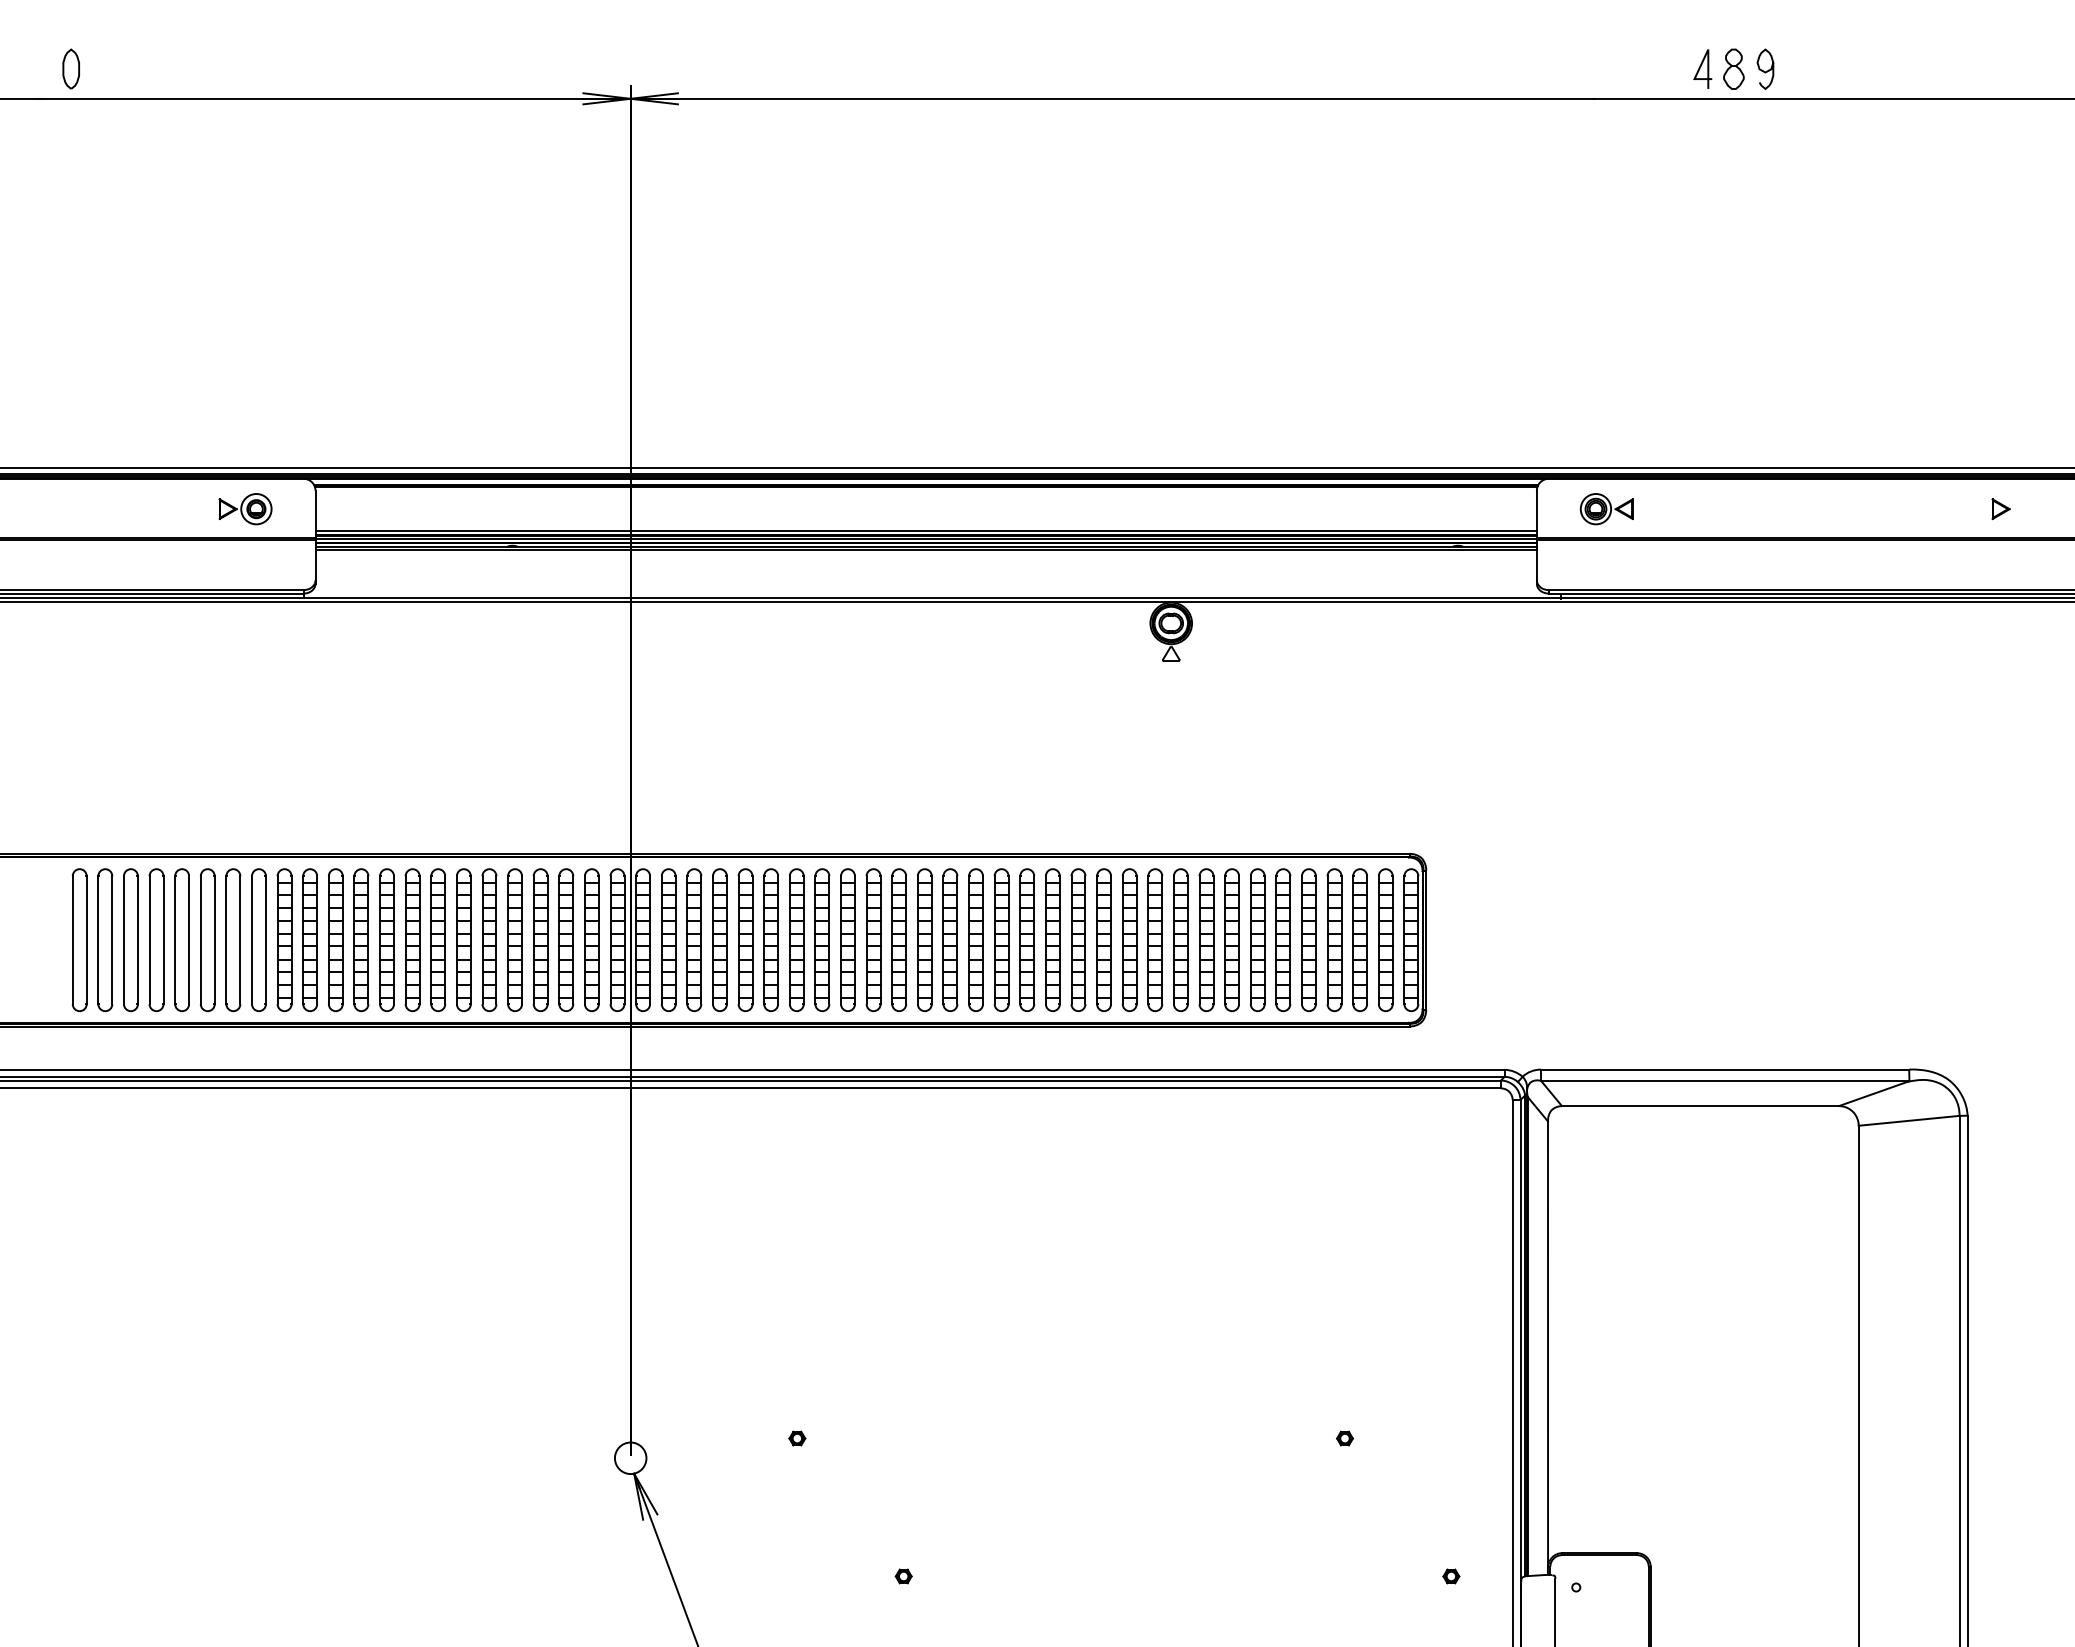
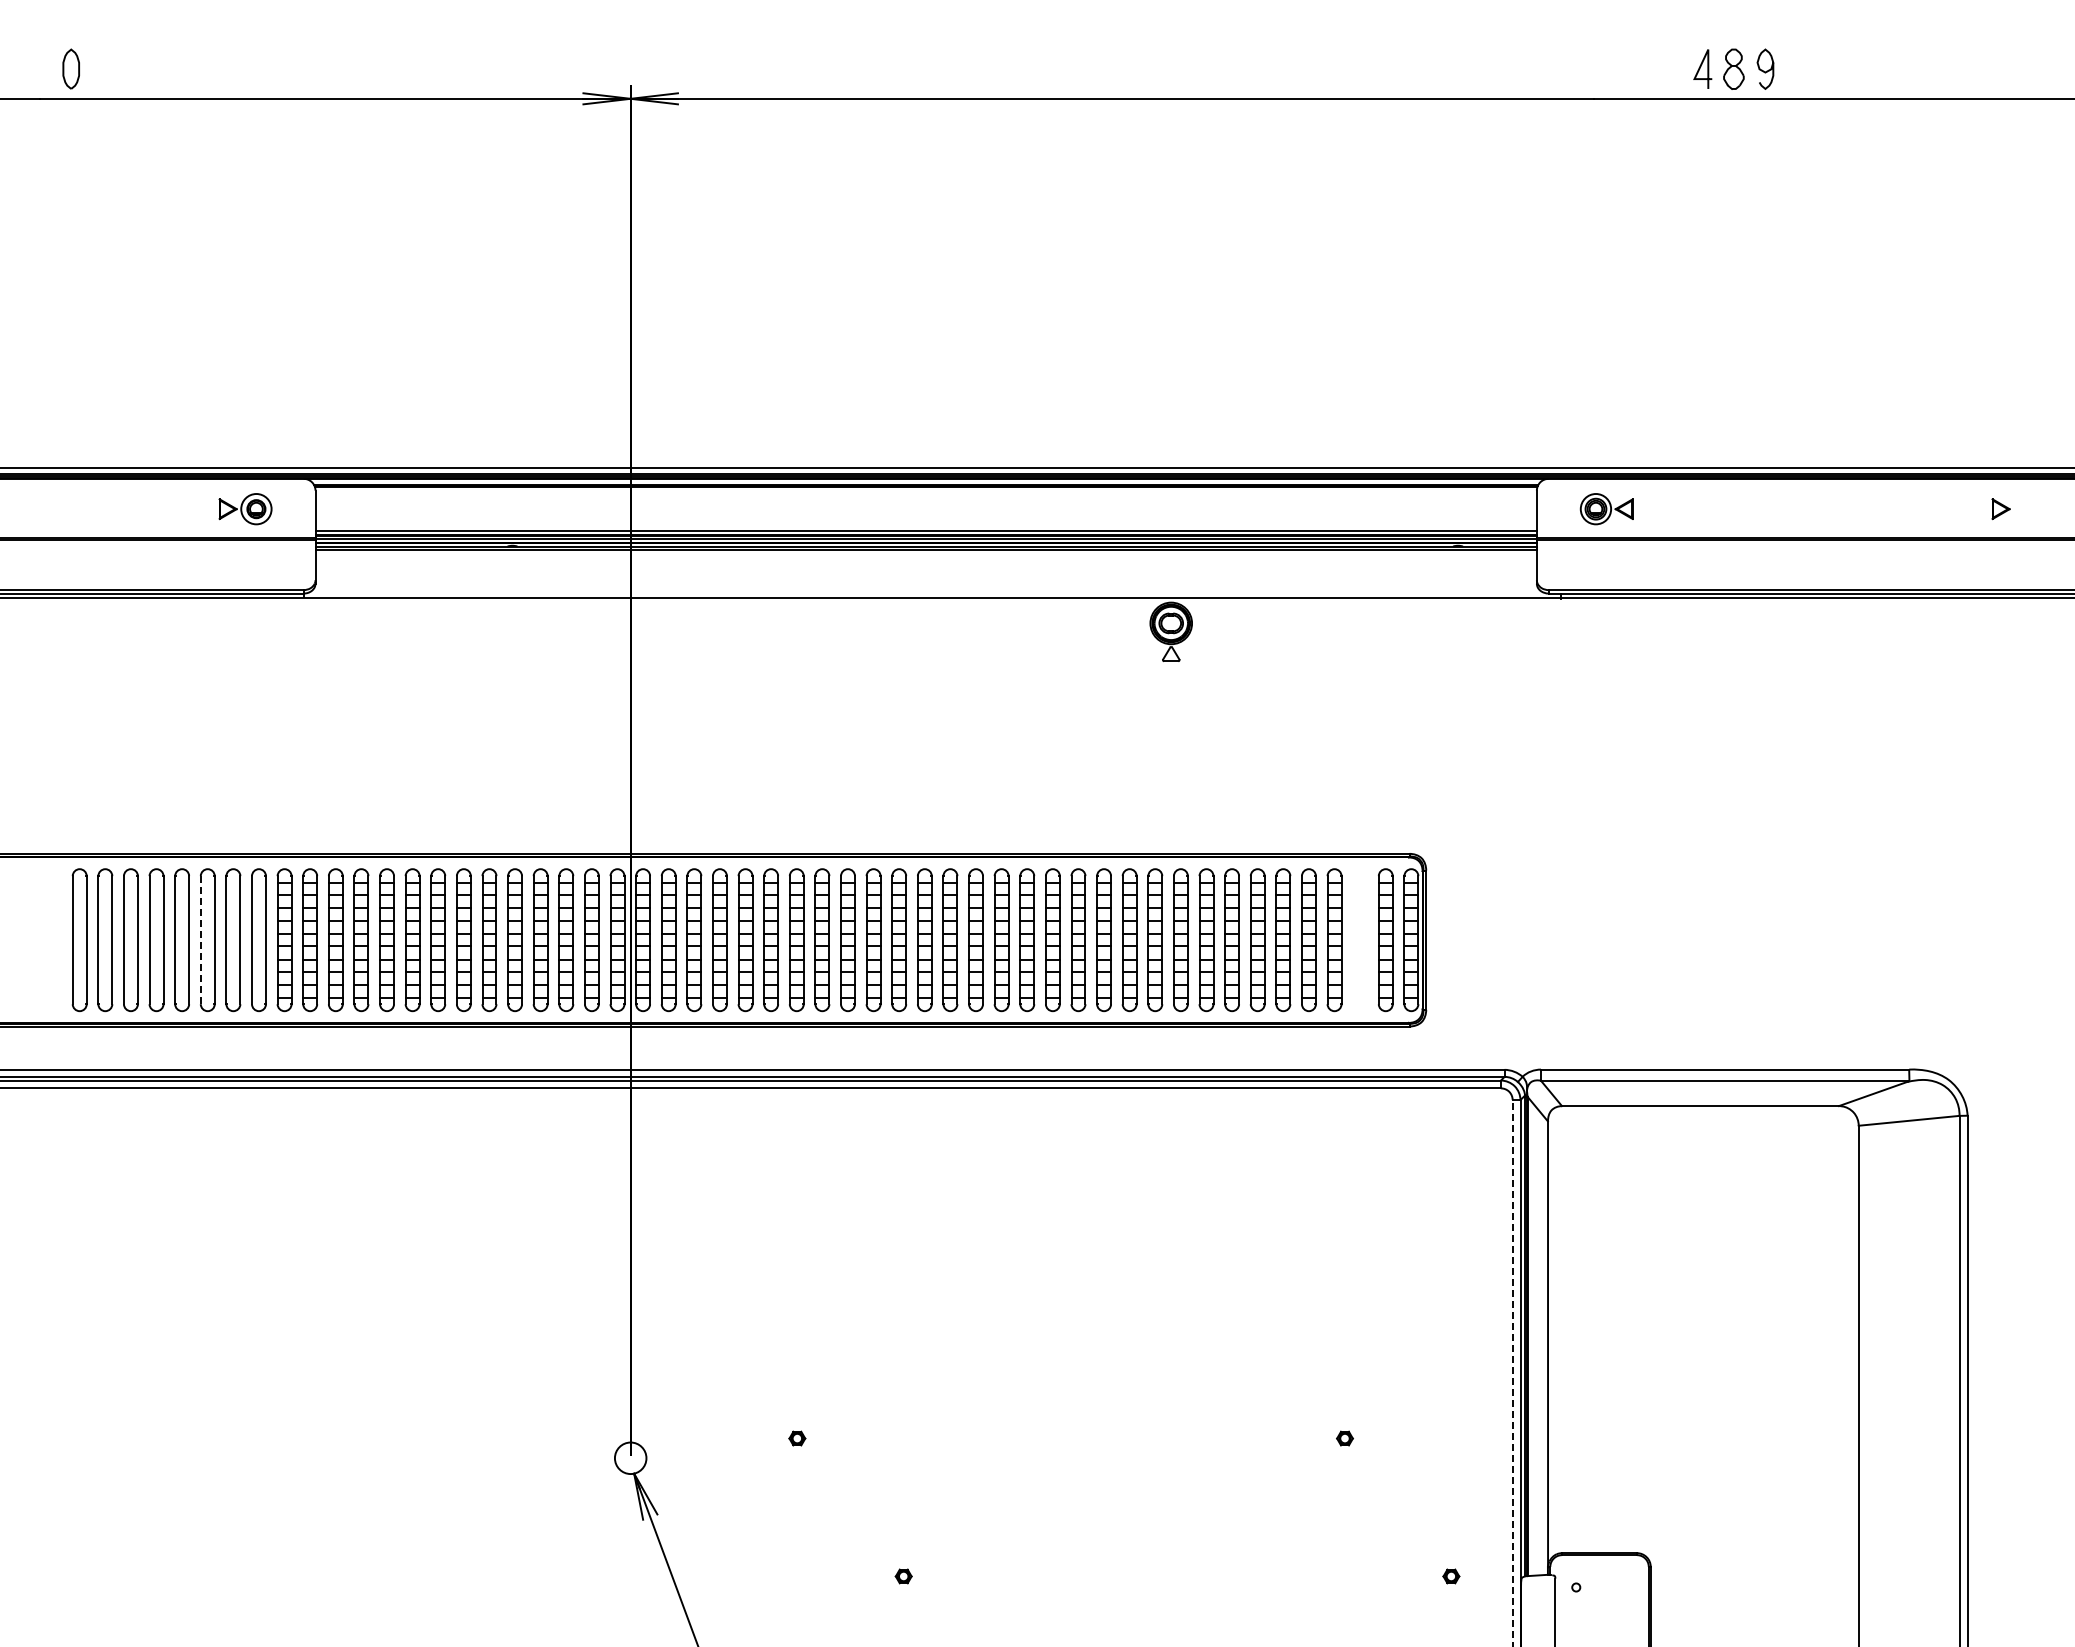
line at (1036, 602): present -> none
line at (200, 939): solid -> dashed
part at (1359, 940): present -> none
line at (1512, 1373): solid -> dashed
